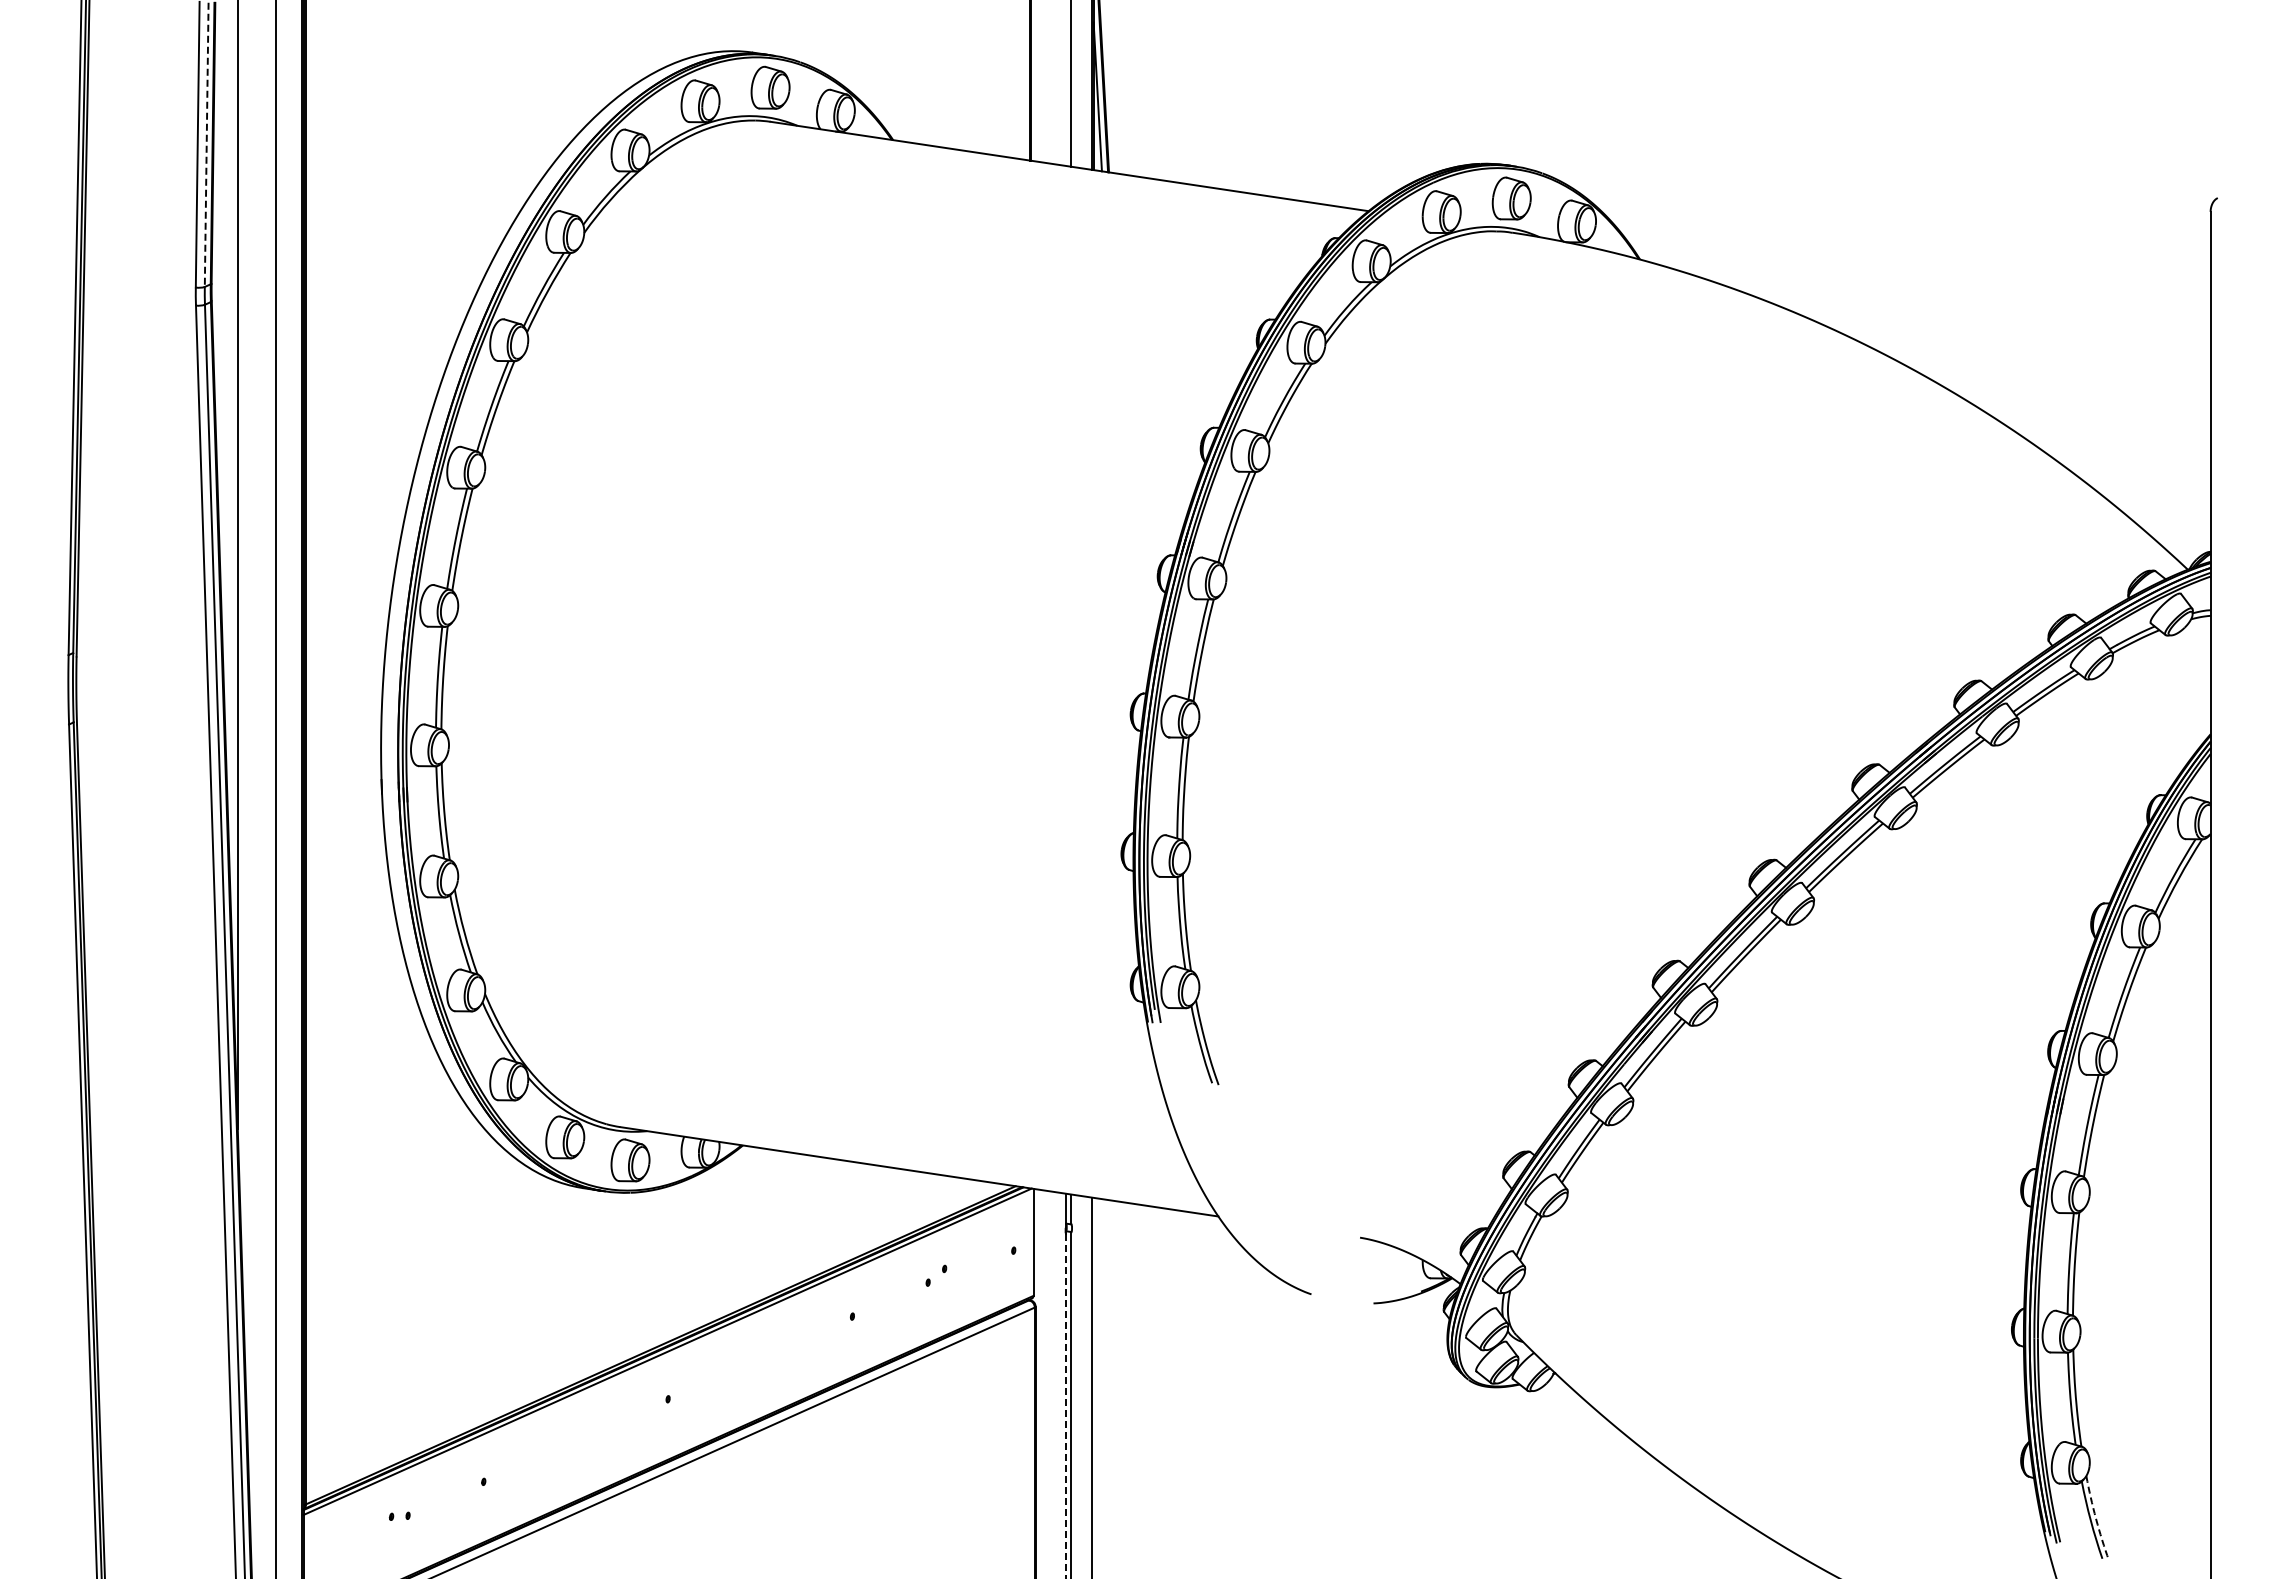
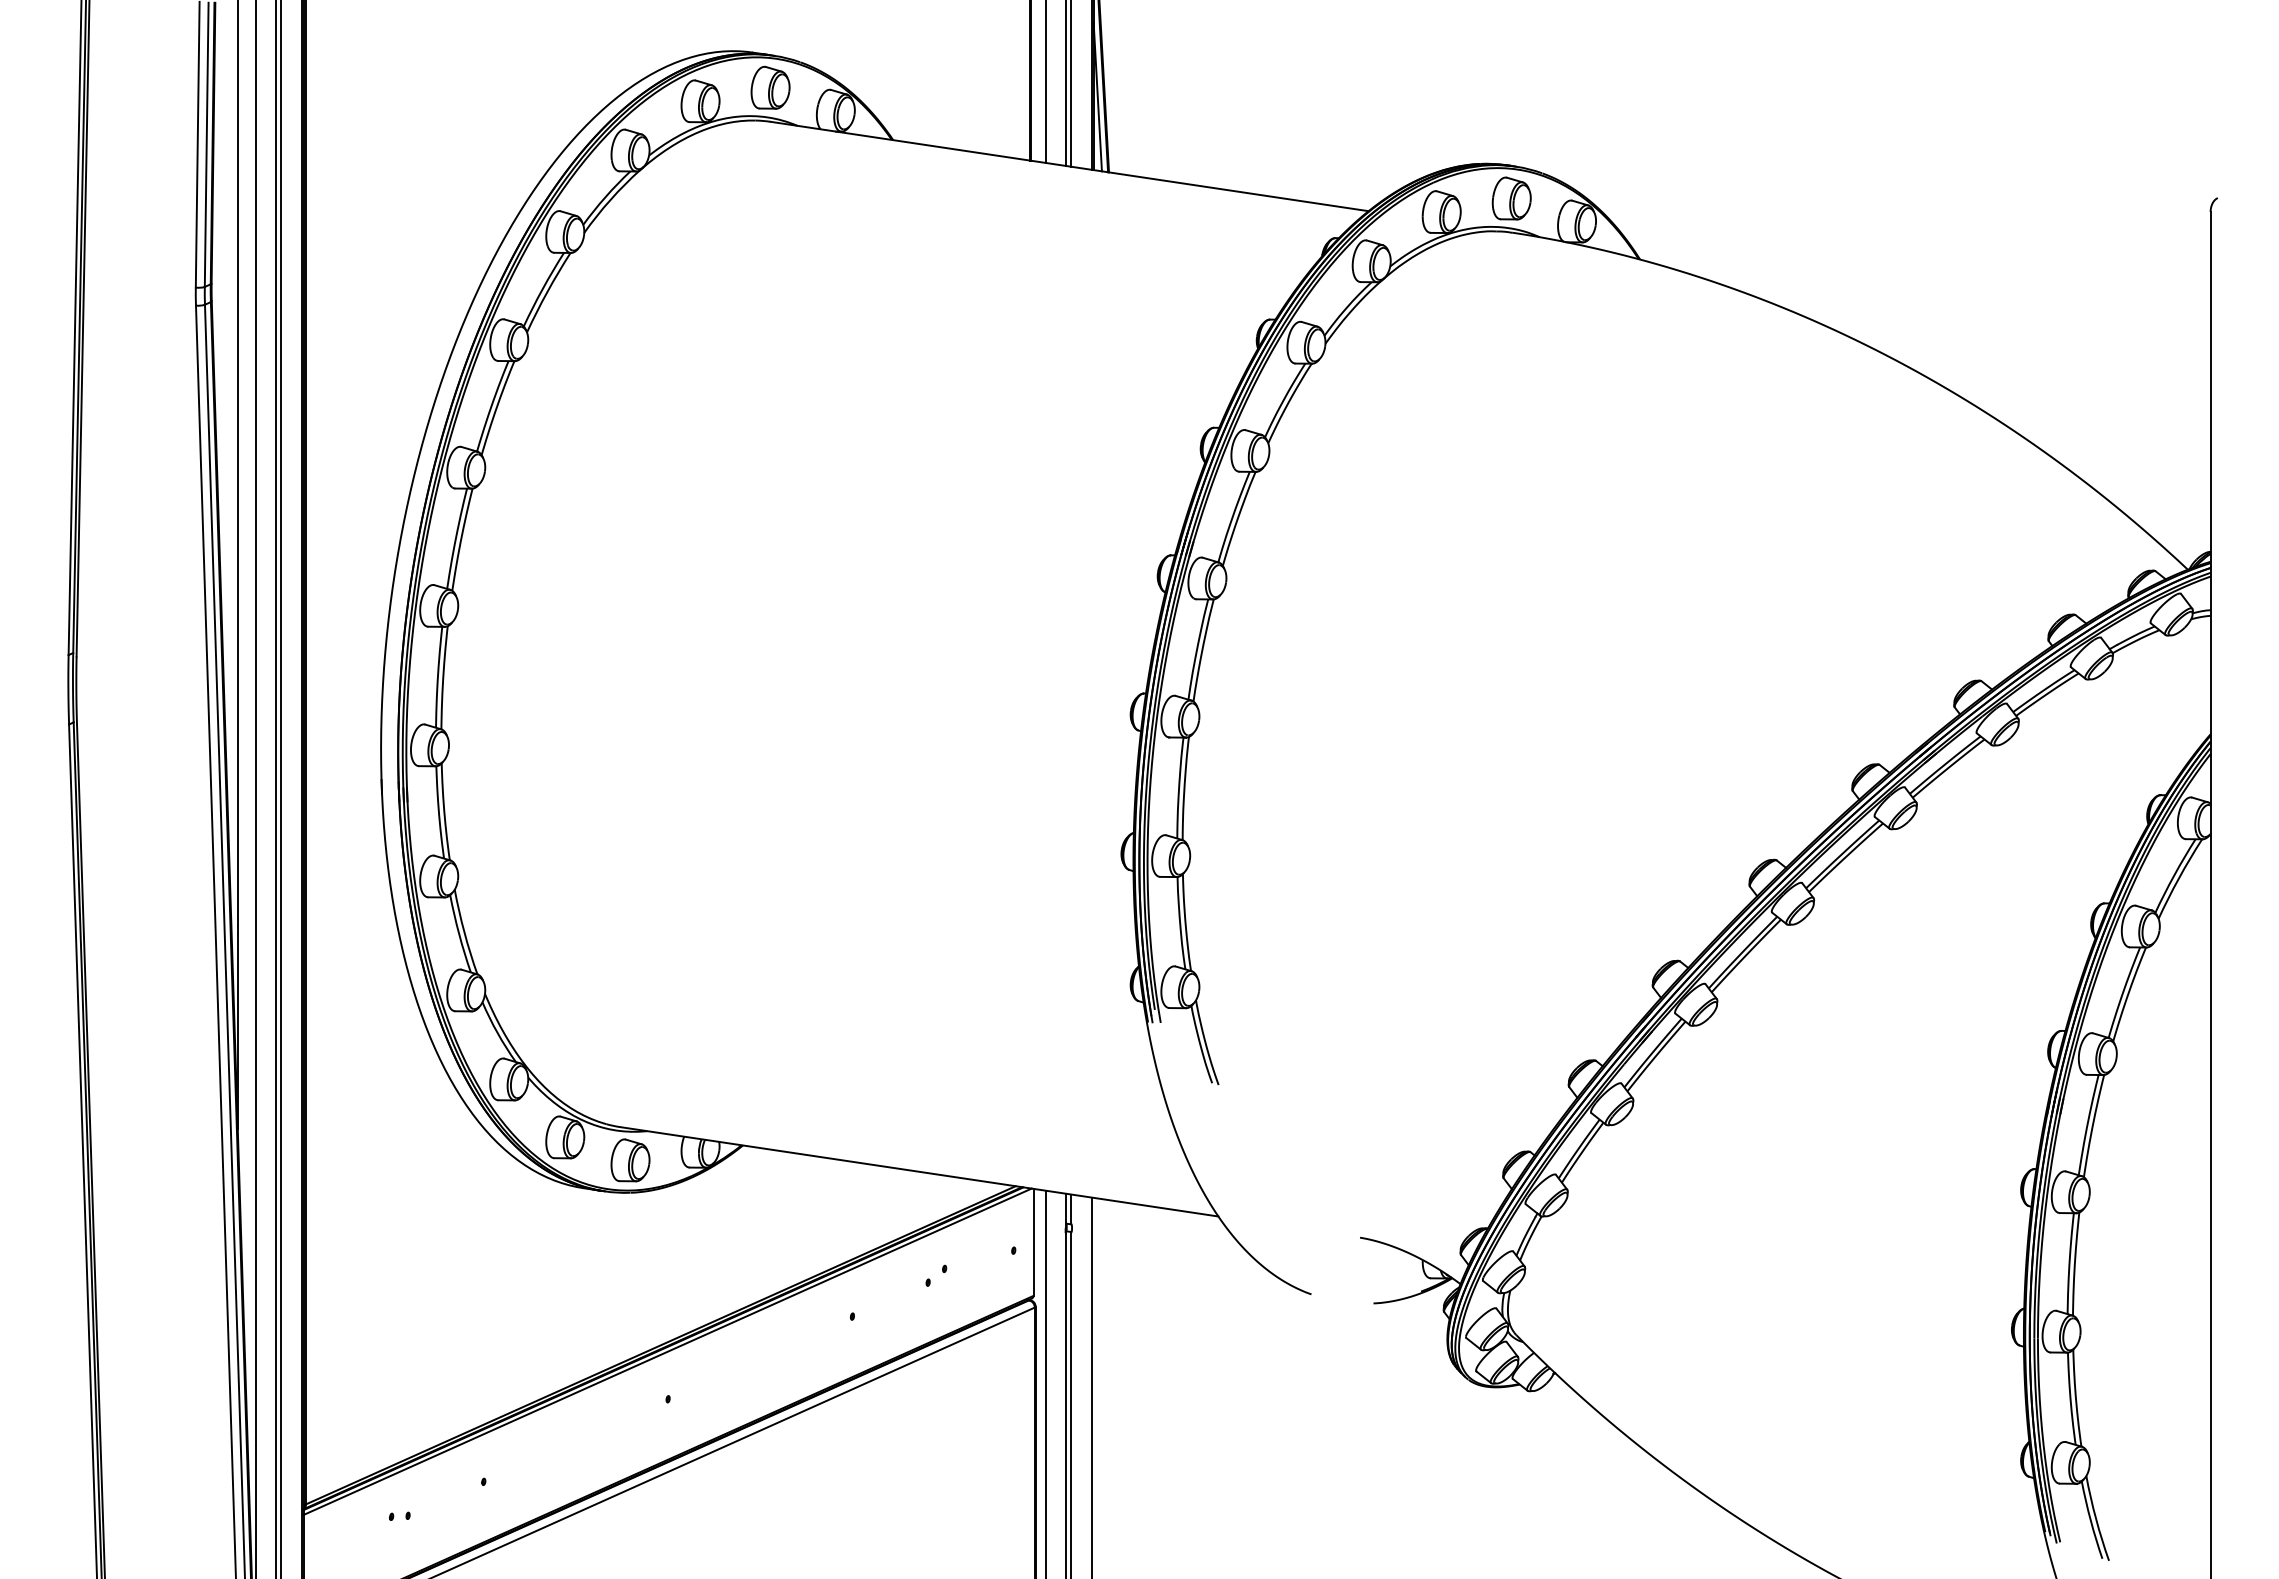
line at (1045, 82): none -> present
line at (1066, 83): none -> present
line at (206, 145): dashed -> solid
line at (255, 788): none -> present
line at (281, 788): none -> present
line at (1045, 1382): none -> present
line at (1066, 1406): dashed -> solid
arc at (2096, 1518): dashed -> solid
